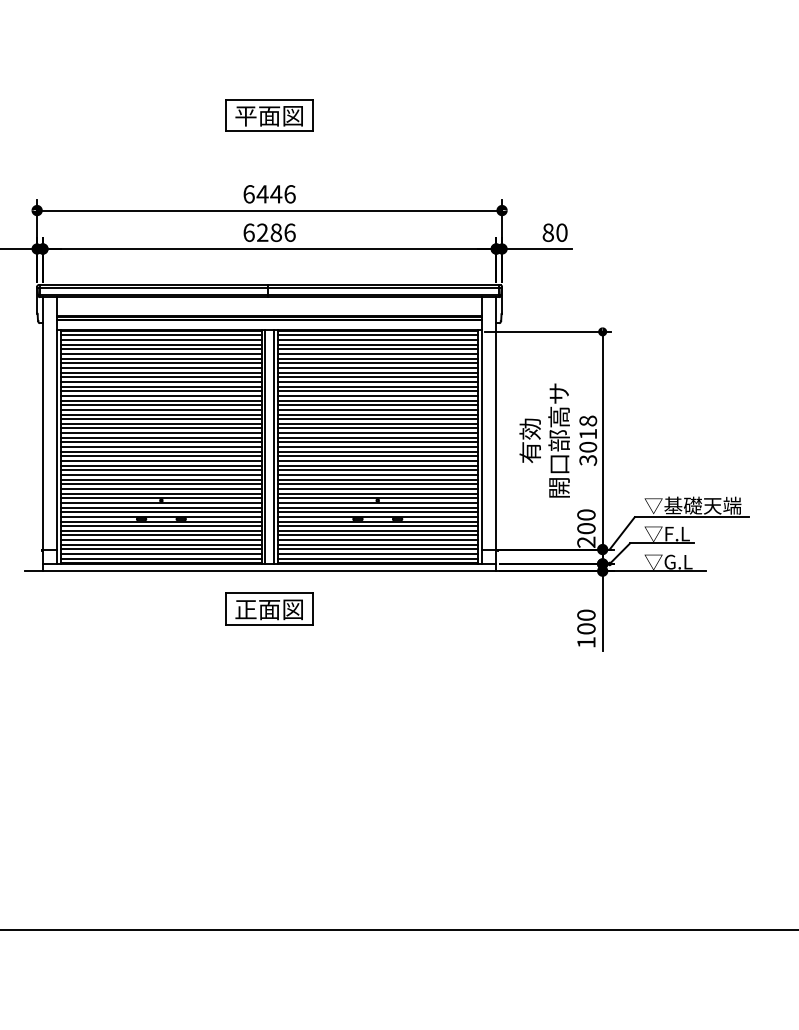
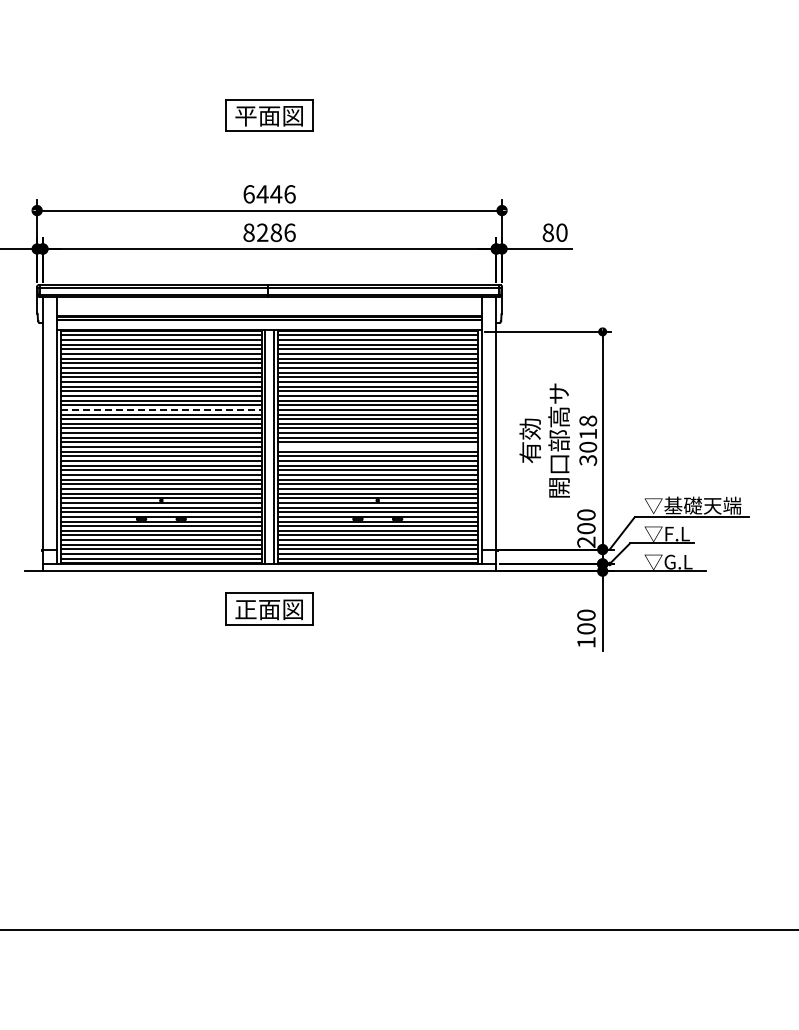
text at (248, 232): 6286 -> 8286
line at (161, 409): solid -> dashed
line at (377, 447): present -> none
